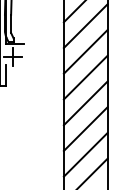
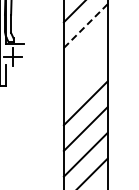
line at (85, 26): solid -> dashed
line at (85, 51): present -> none
line at (85, 77): present -> none
